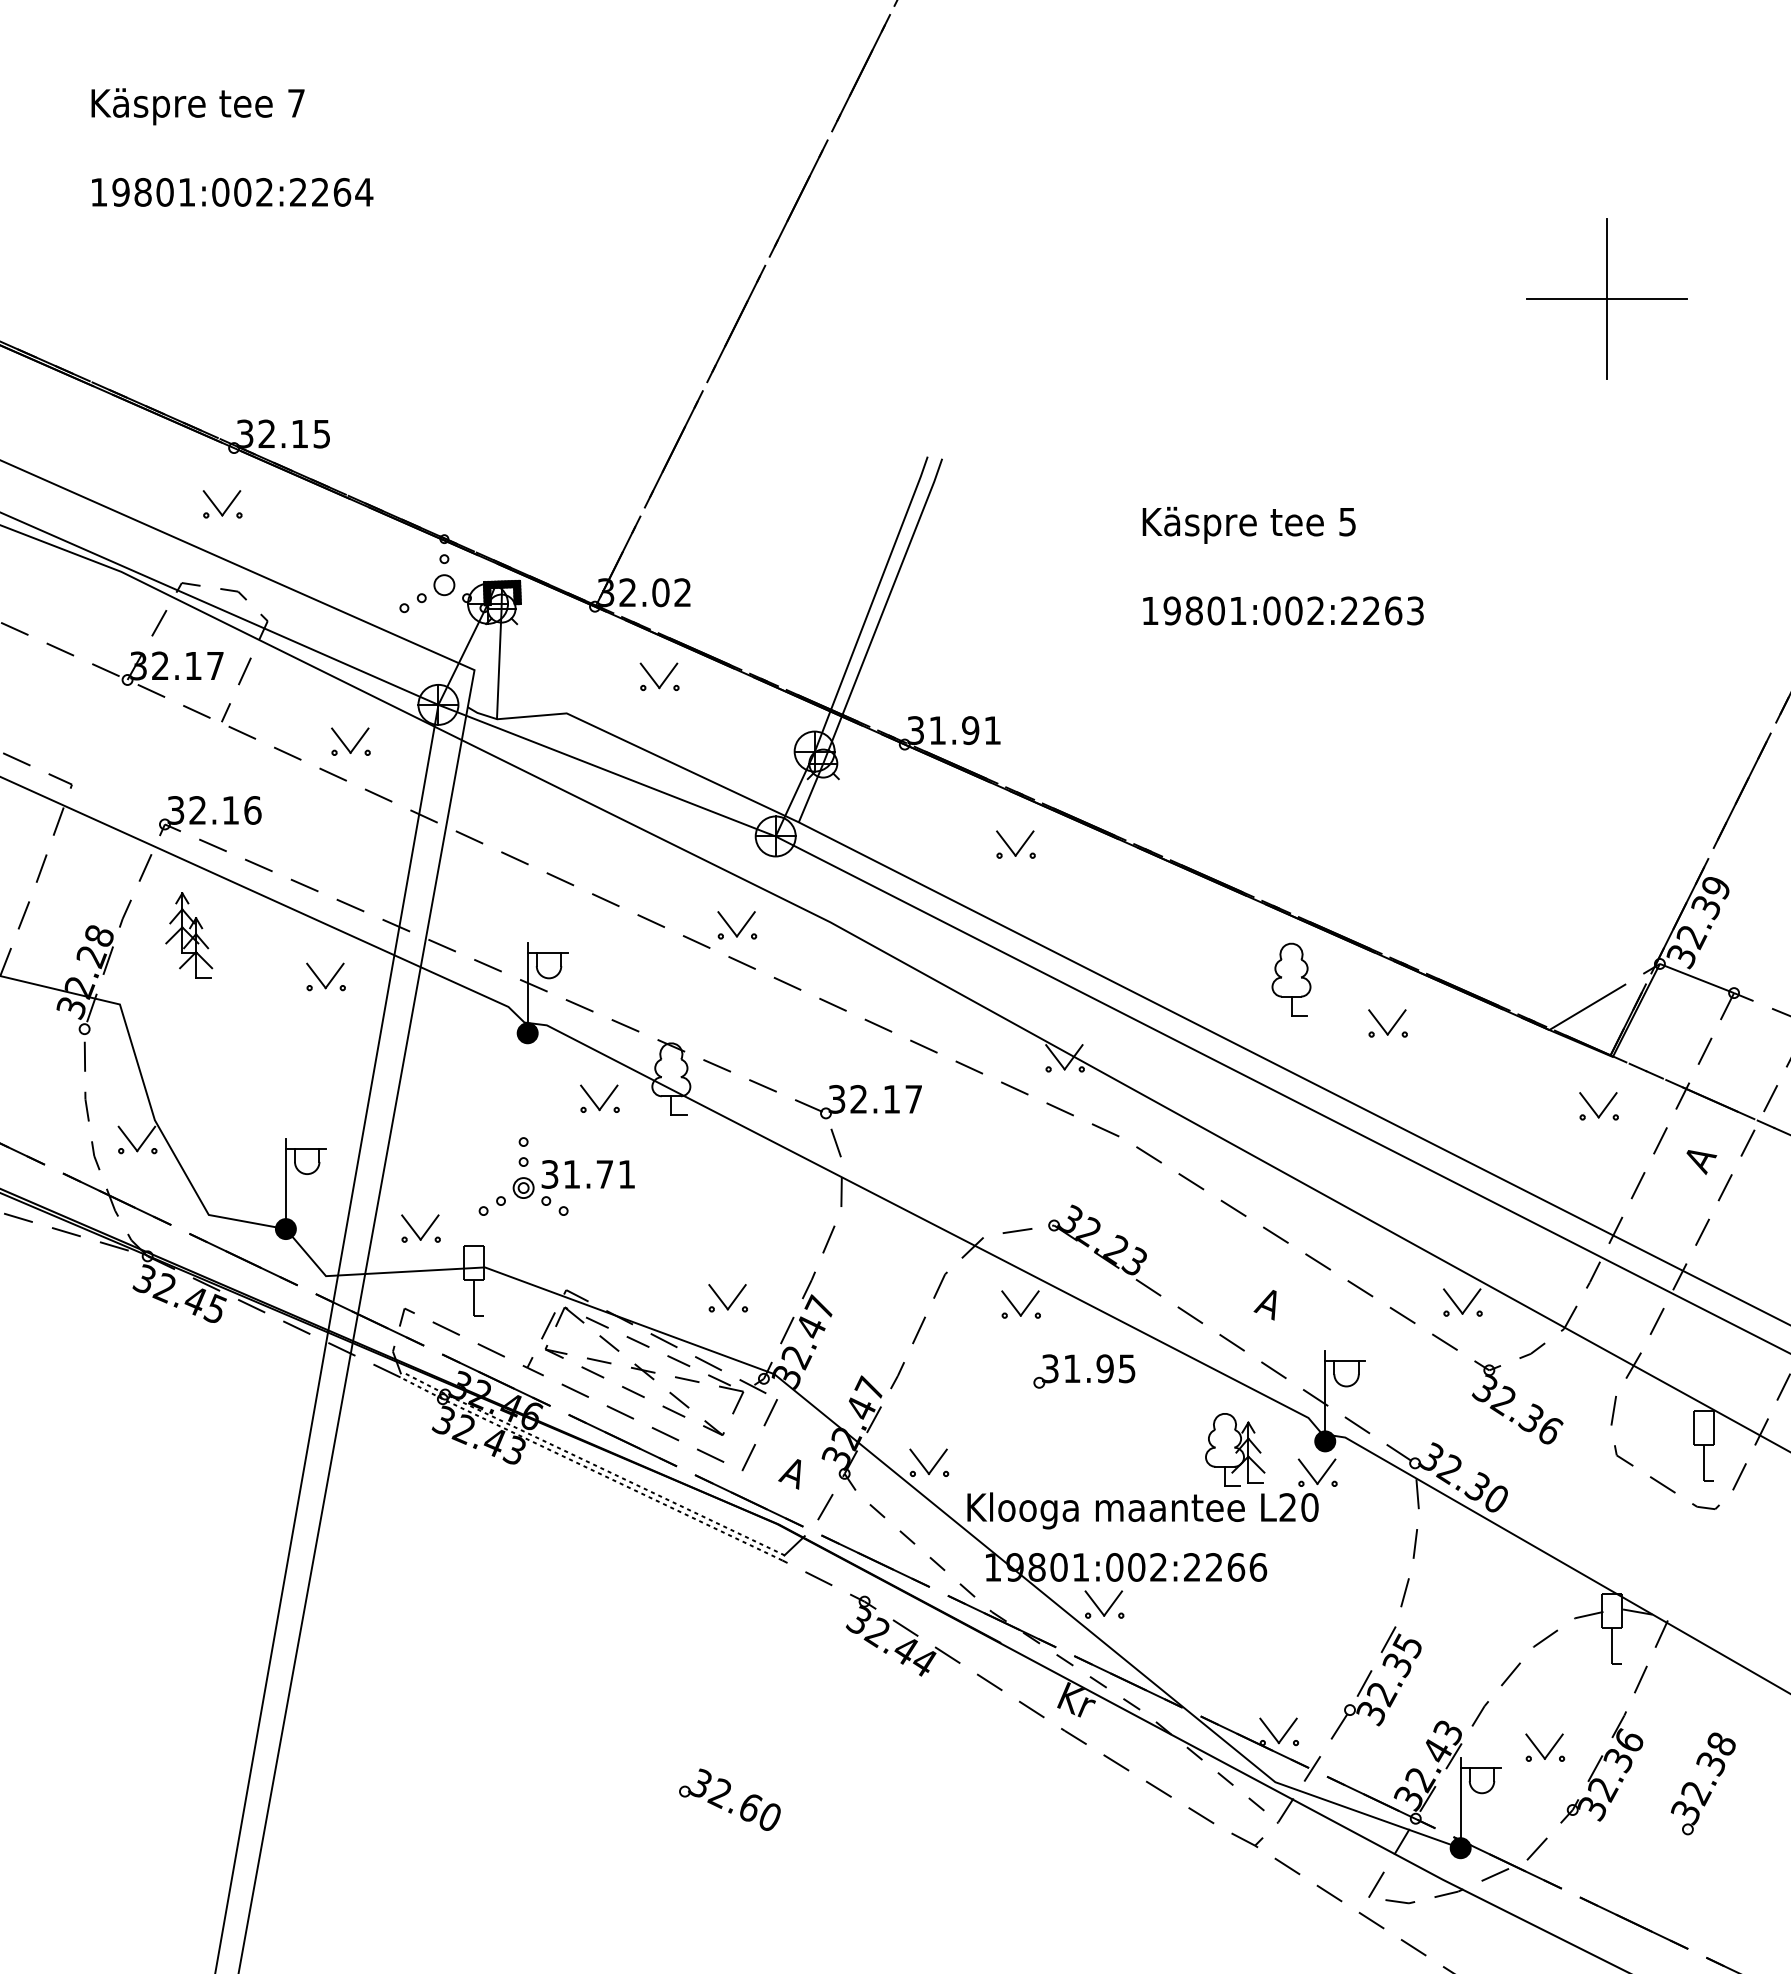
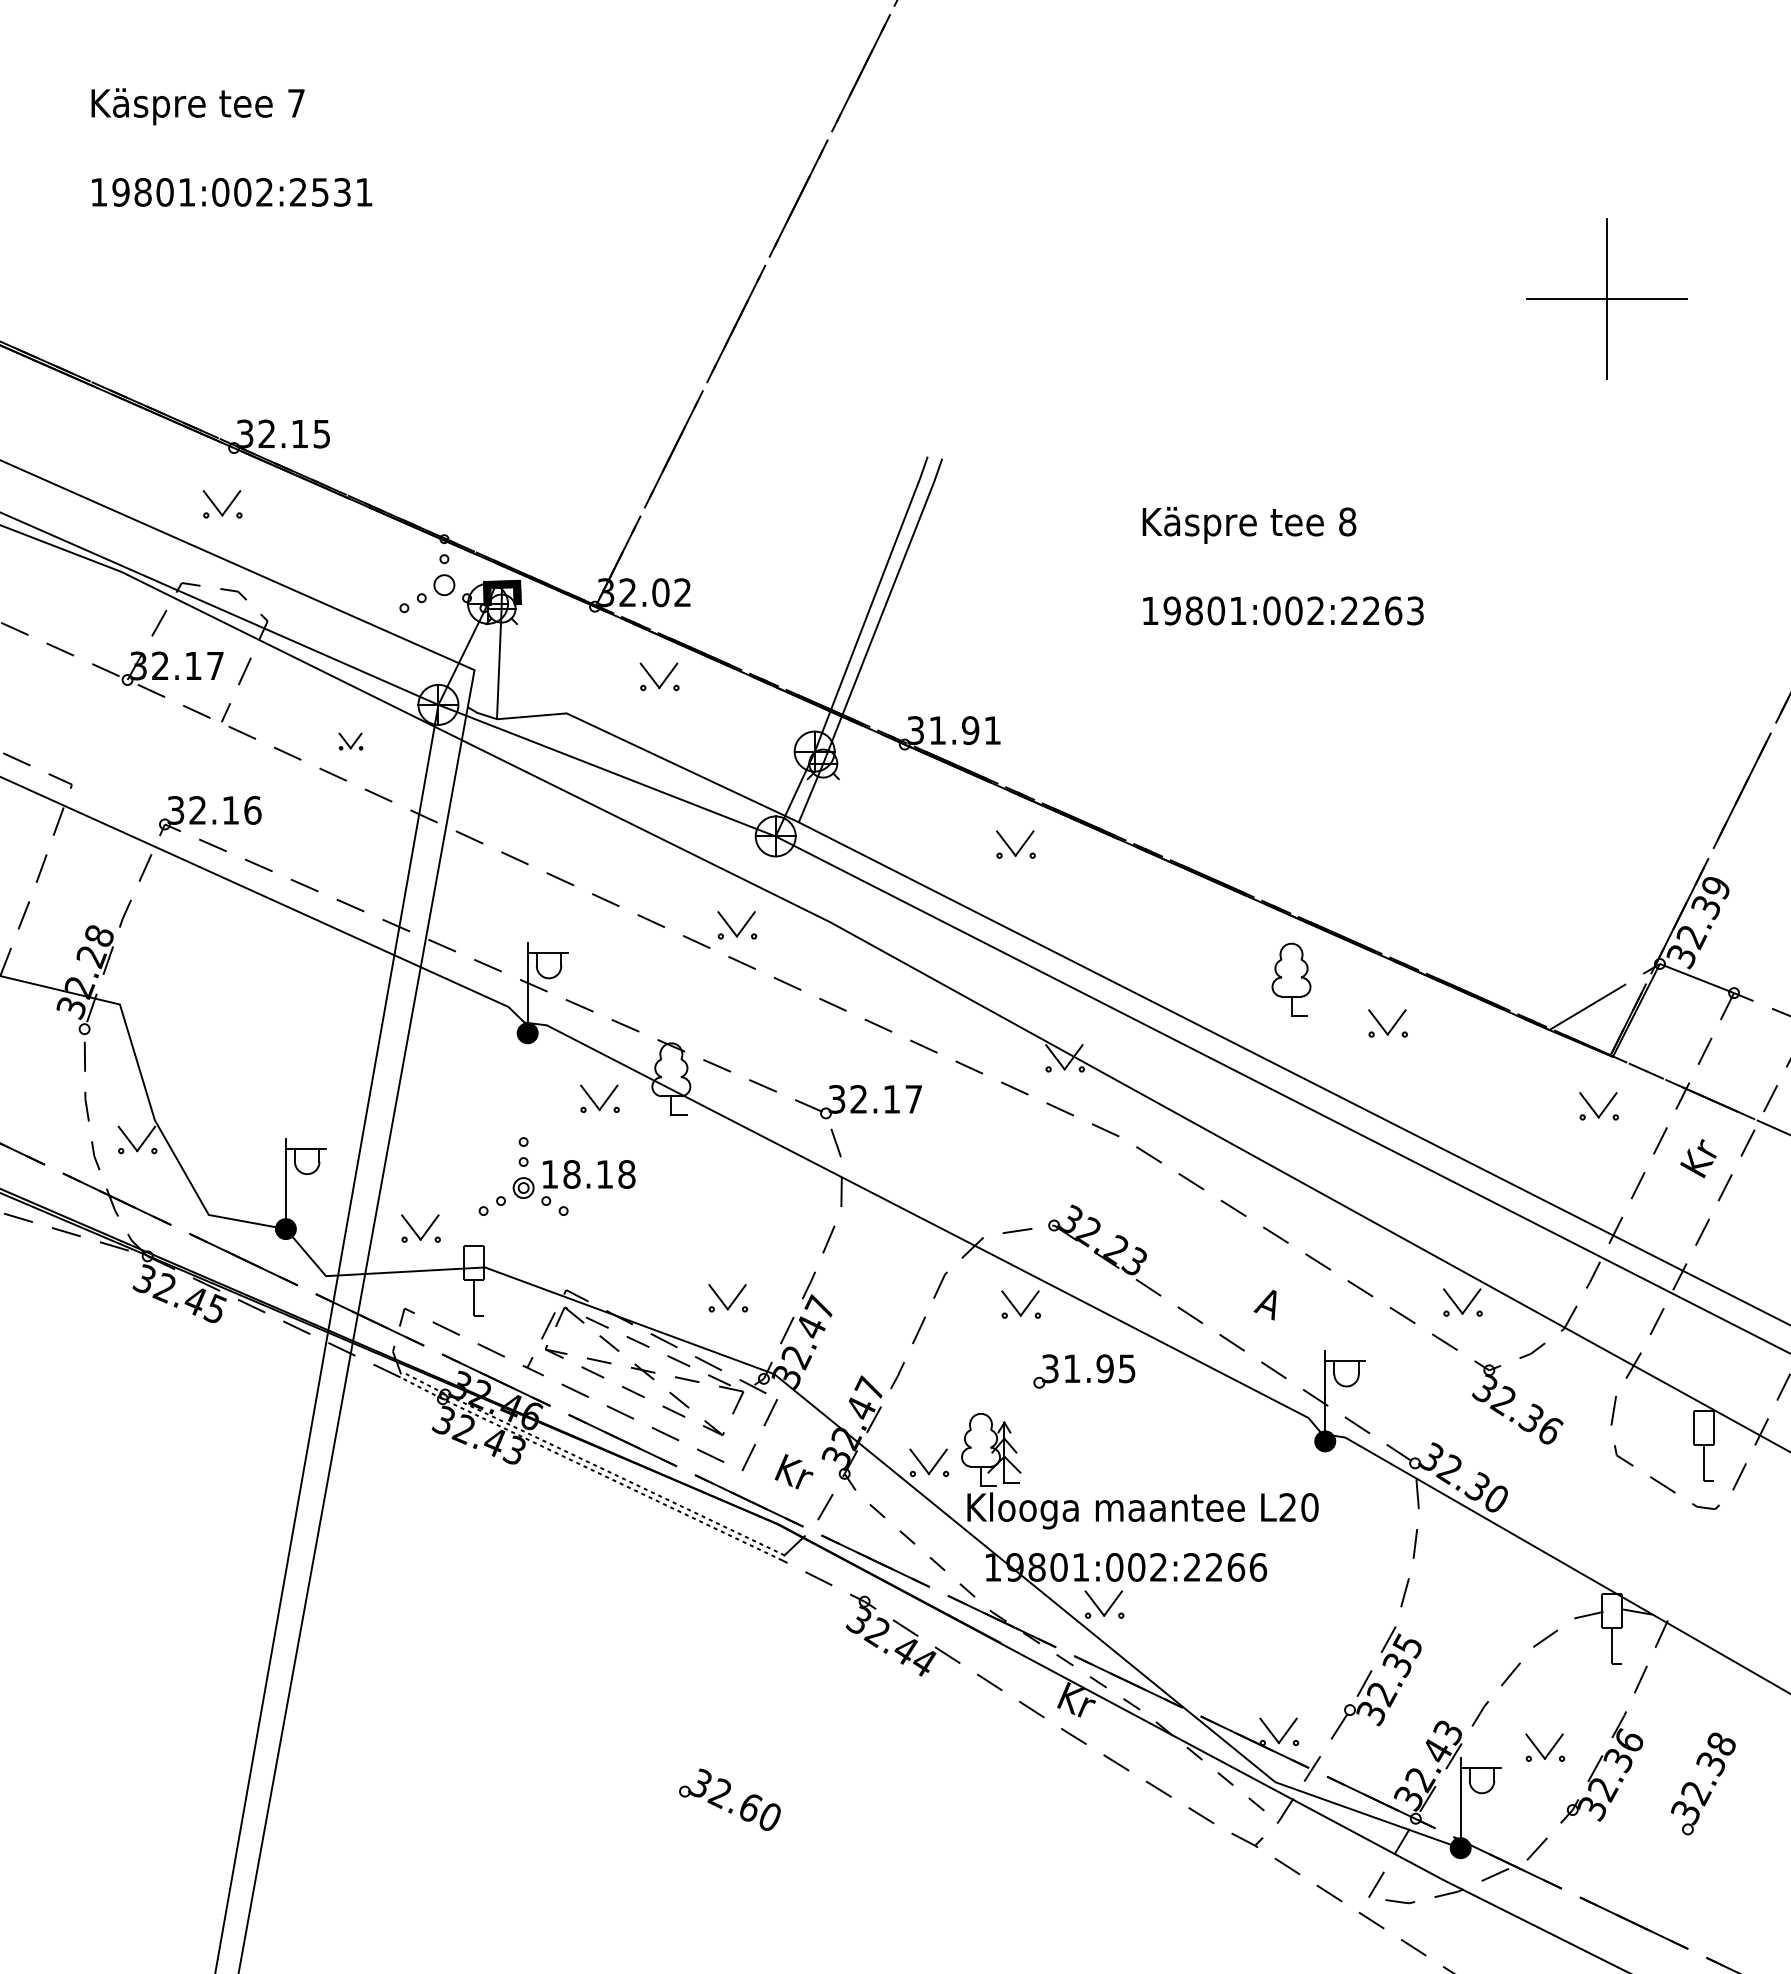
text at (342, 191): 19801:002:2264 -> 19801:002:2531
text at (1347, 521): 5 -> 8
part at (350, 741) size: 40x29 px -> 26x19 px
part at (189, 935): present -> none
part at (325, 976): present -> none
text at (1698, 1158): A -> Kr
text at (588, 1174): 31.71 -> 18.18
part at (1235, 1449) position: (1235, 1449) -> (991, 1449)
text at (793, 1471): A -> Kr
part at (1317, 1472): present -> none
